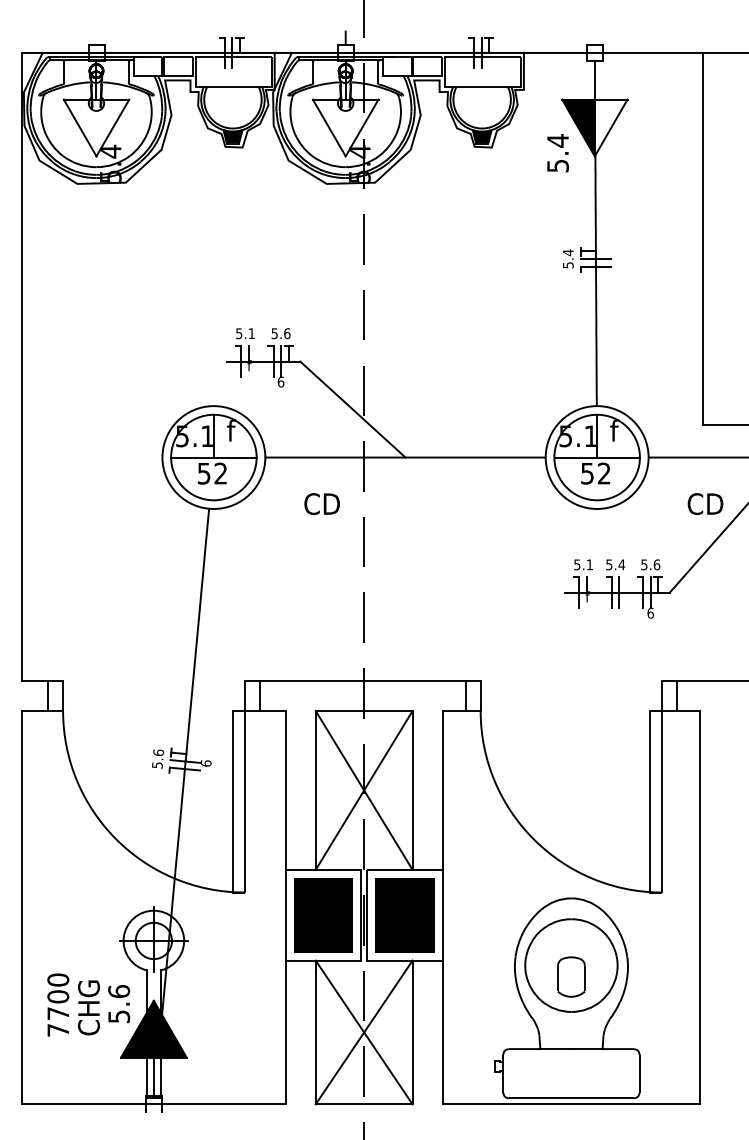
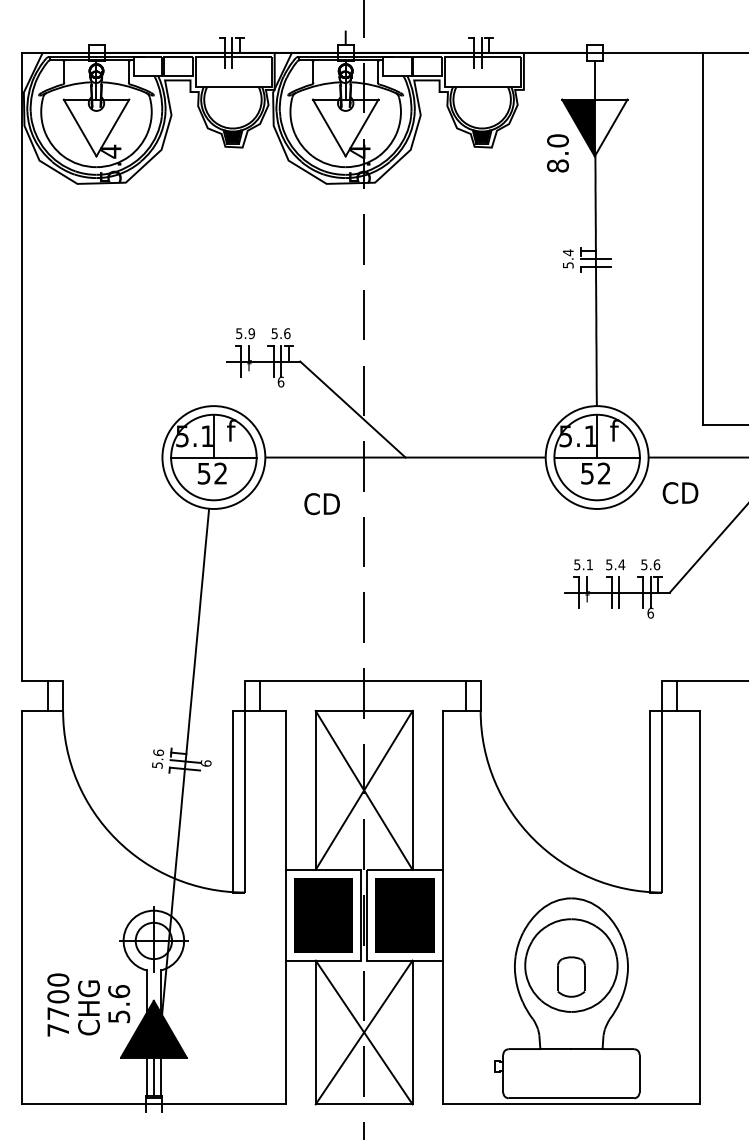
text at (557, 153): 5.4 -> 8.0
text at (251, 333): 5.1 -> 5.9
text at (705, 504) position: (705, 504) -> (680, 493)
